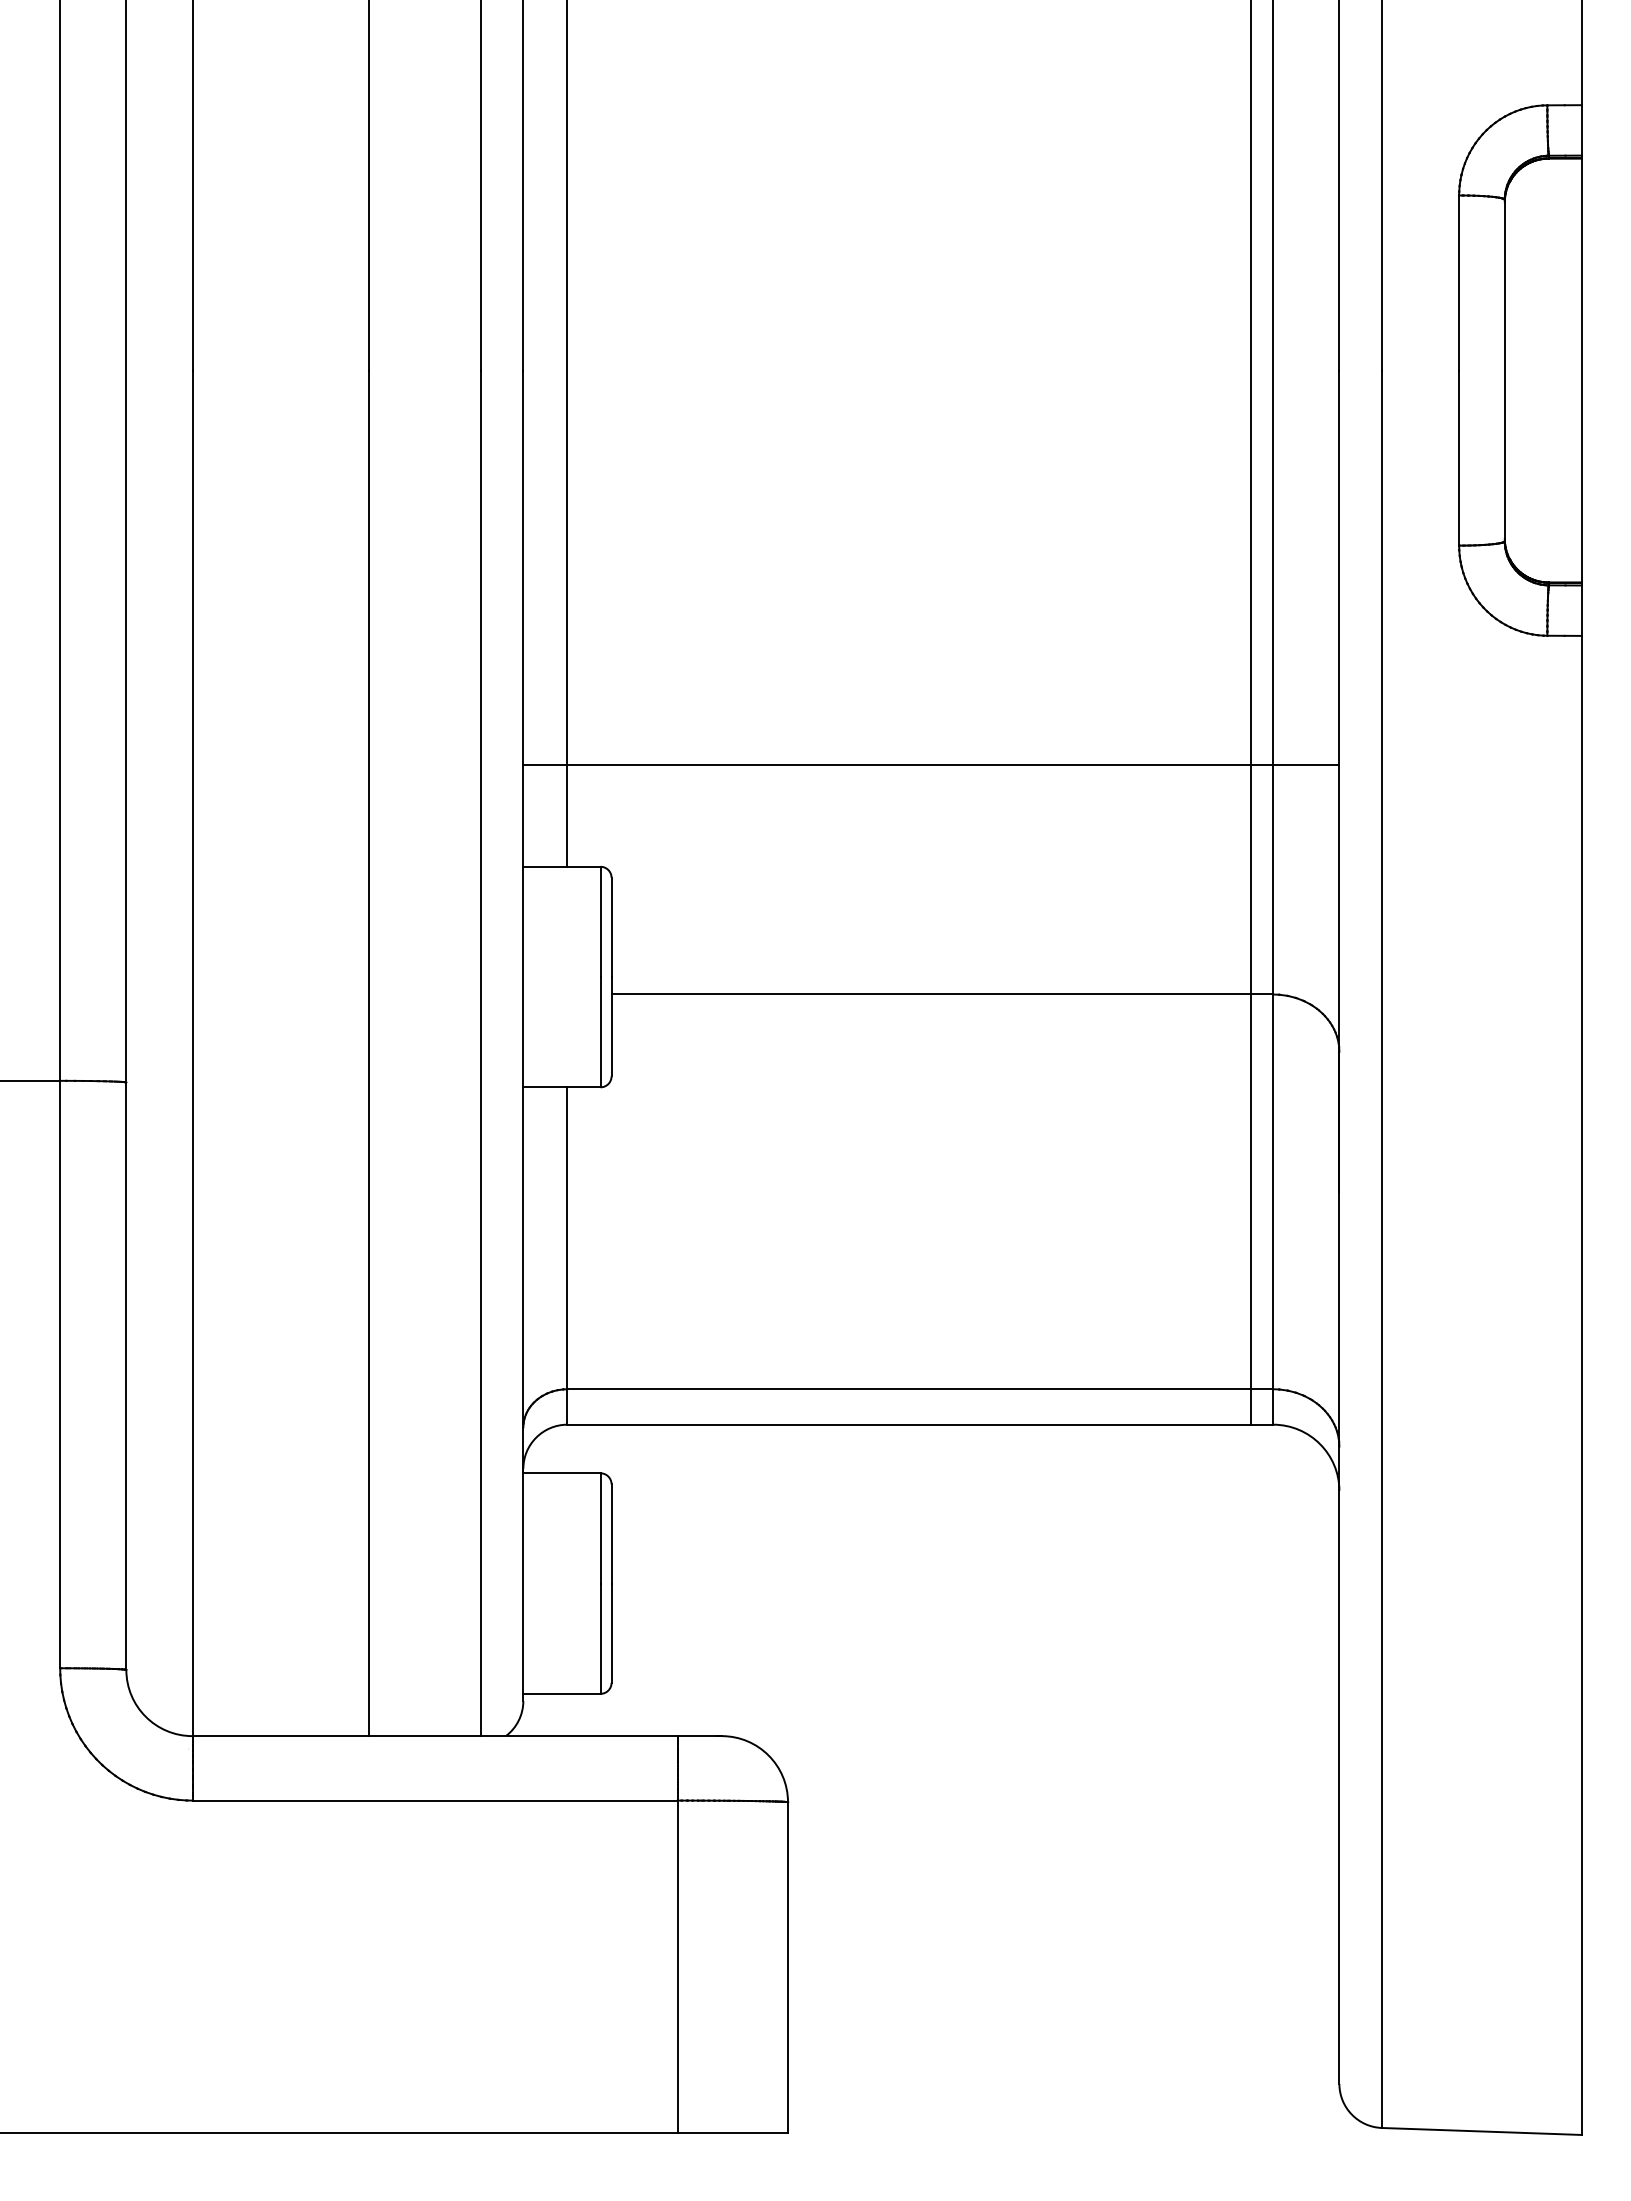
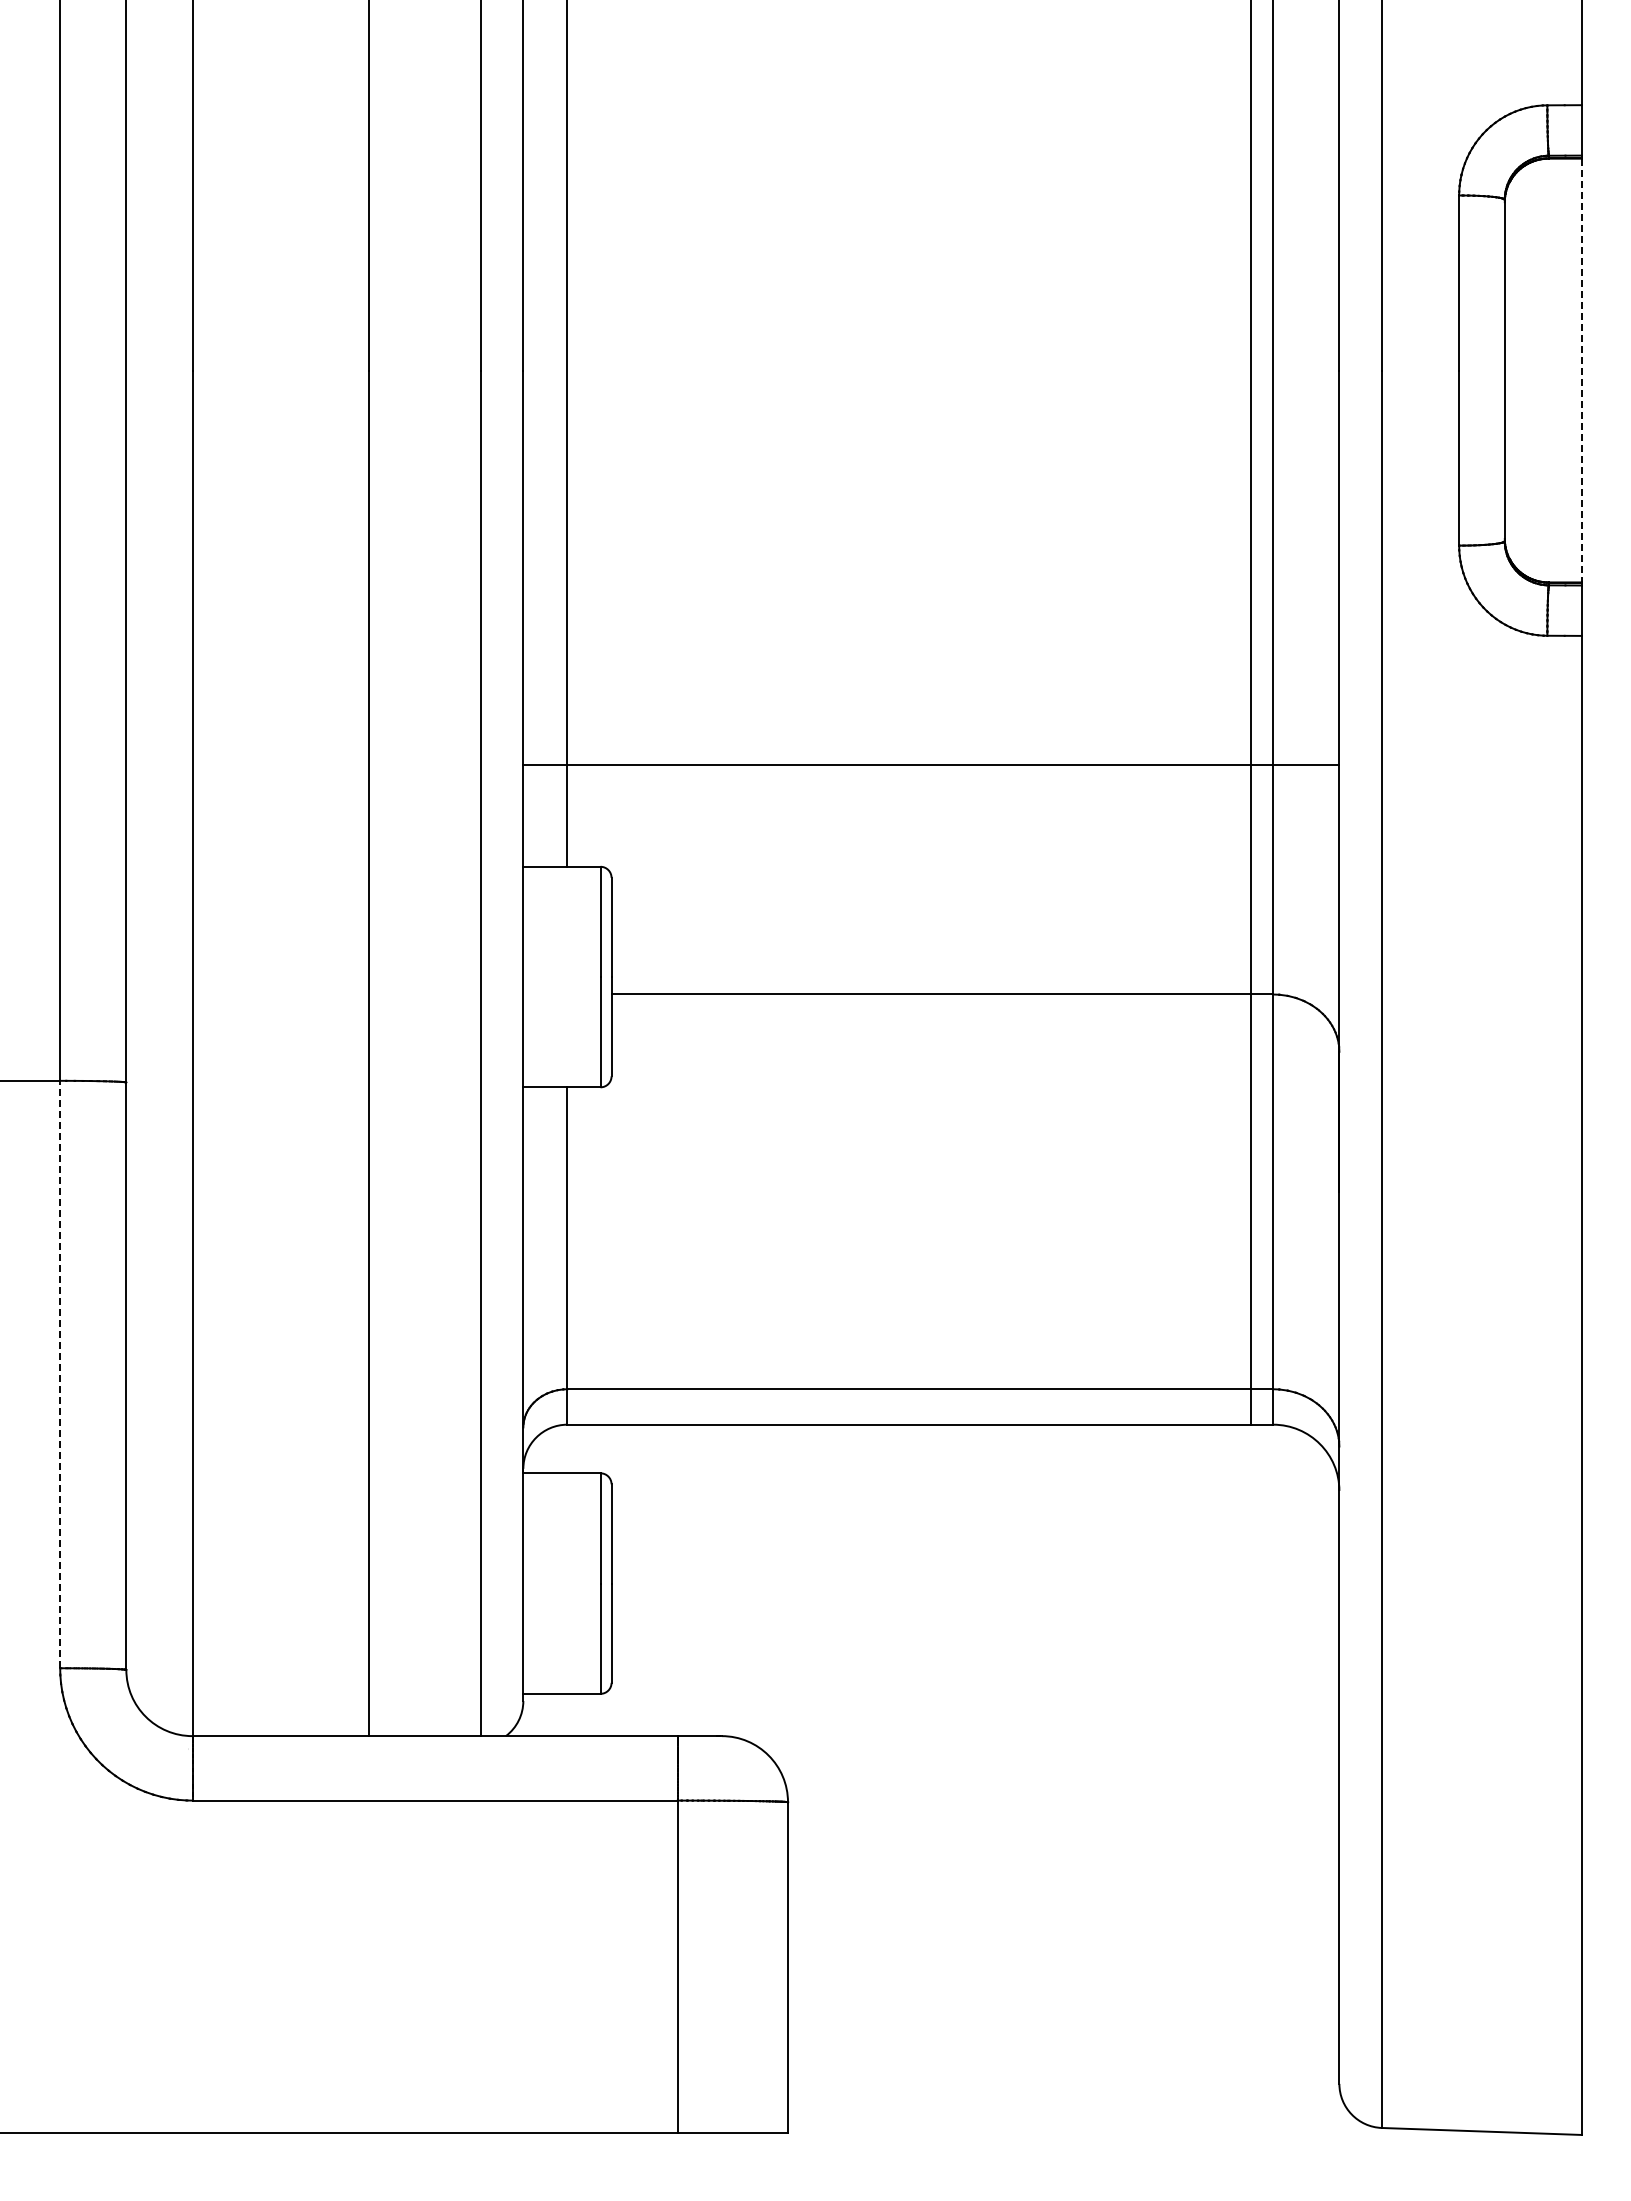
line at (1582, 370): solid -> dashed
line at (60, 1374): solid -> dashed
